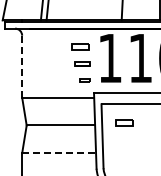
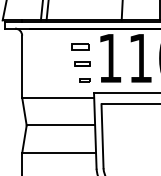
line at (22, 66): dashed -> solid
part at (124, 122): present -> none
line at (59, 153): dashed -> solid
